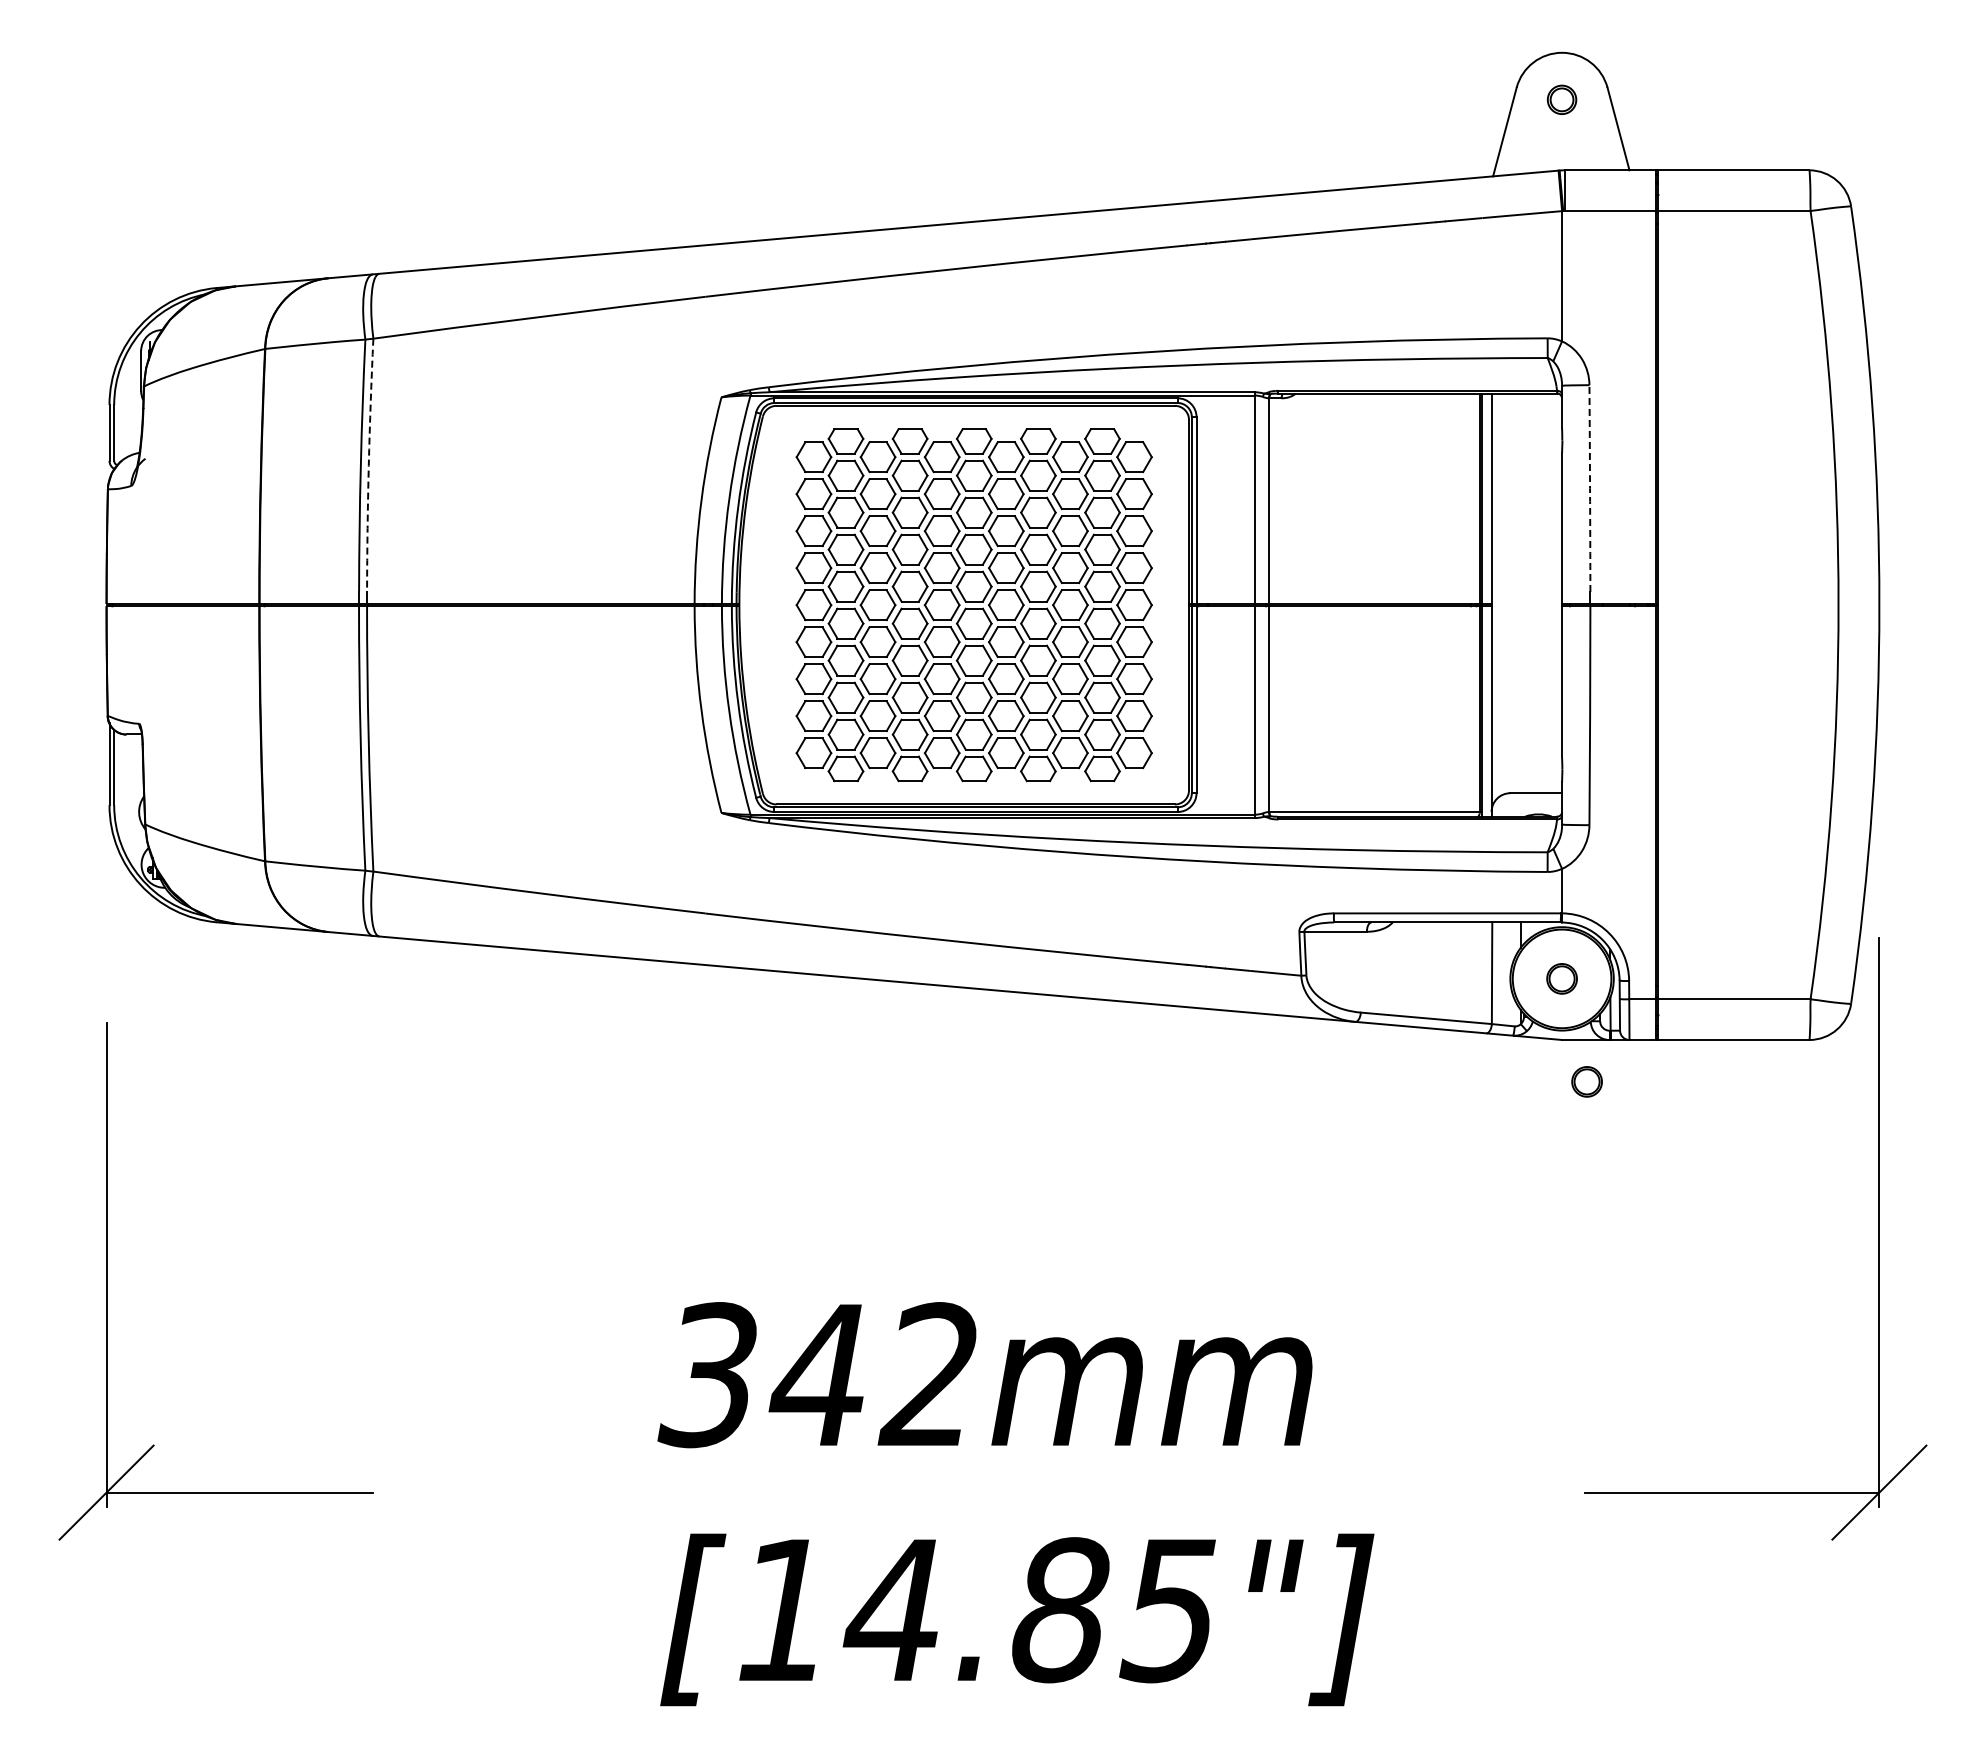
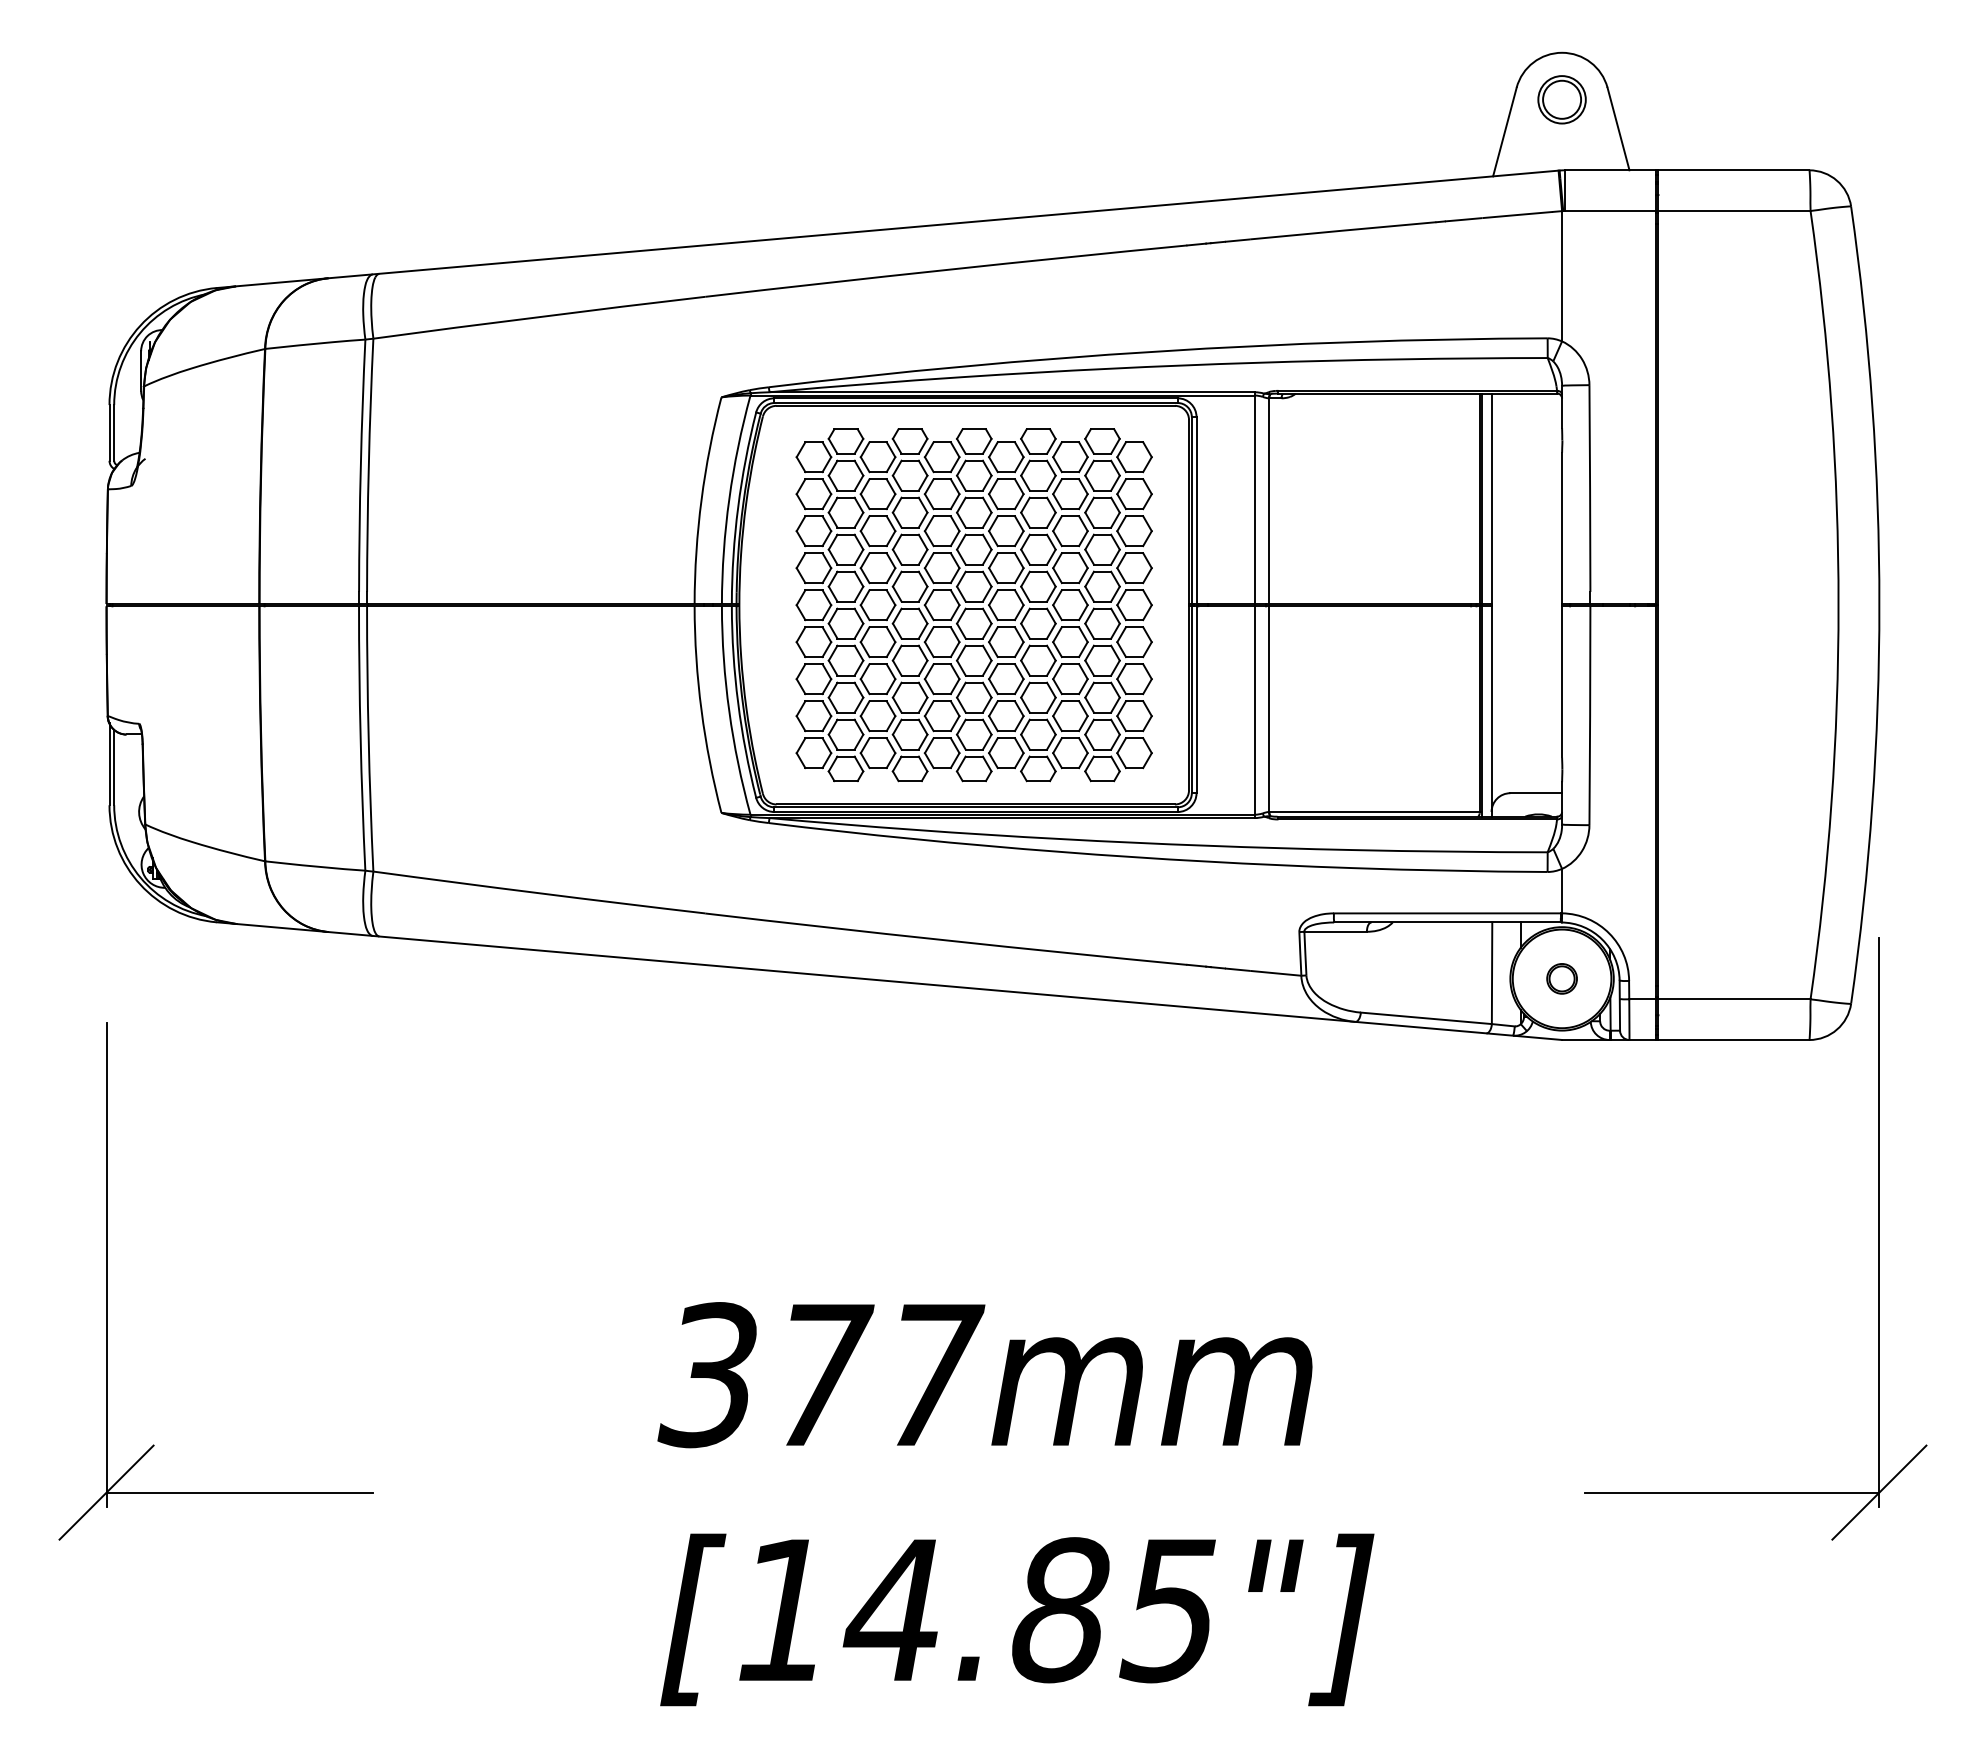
part at (1561, 99) size: 32x31 px -> 50x50 px
arc at (368, 465): dashed -> solid
arc at (1590, 488): dashed -> solid
part at (1586, 1081): present -> none
text at (876, 1373): 342mm -> 377mm
